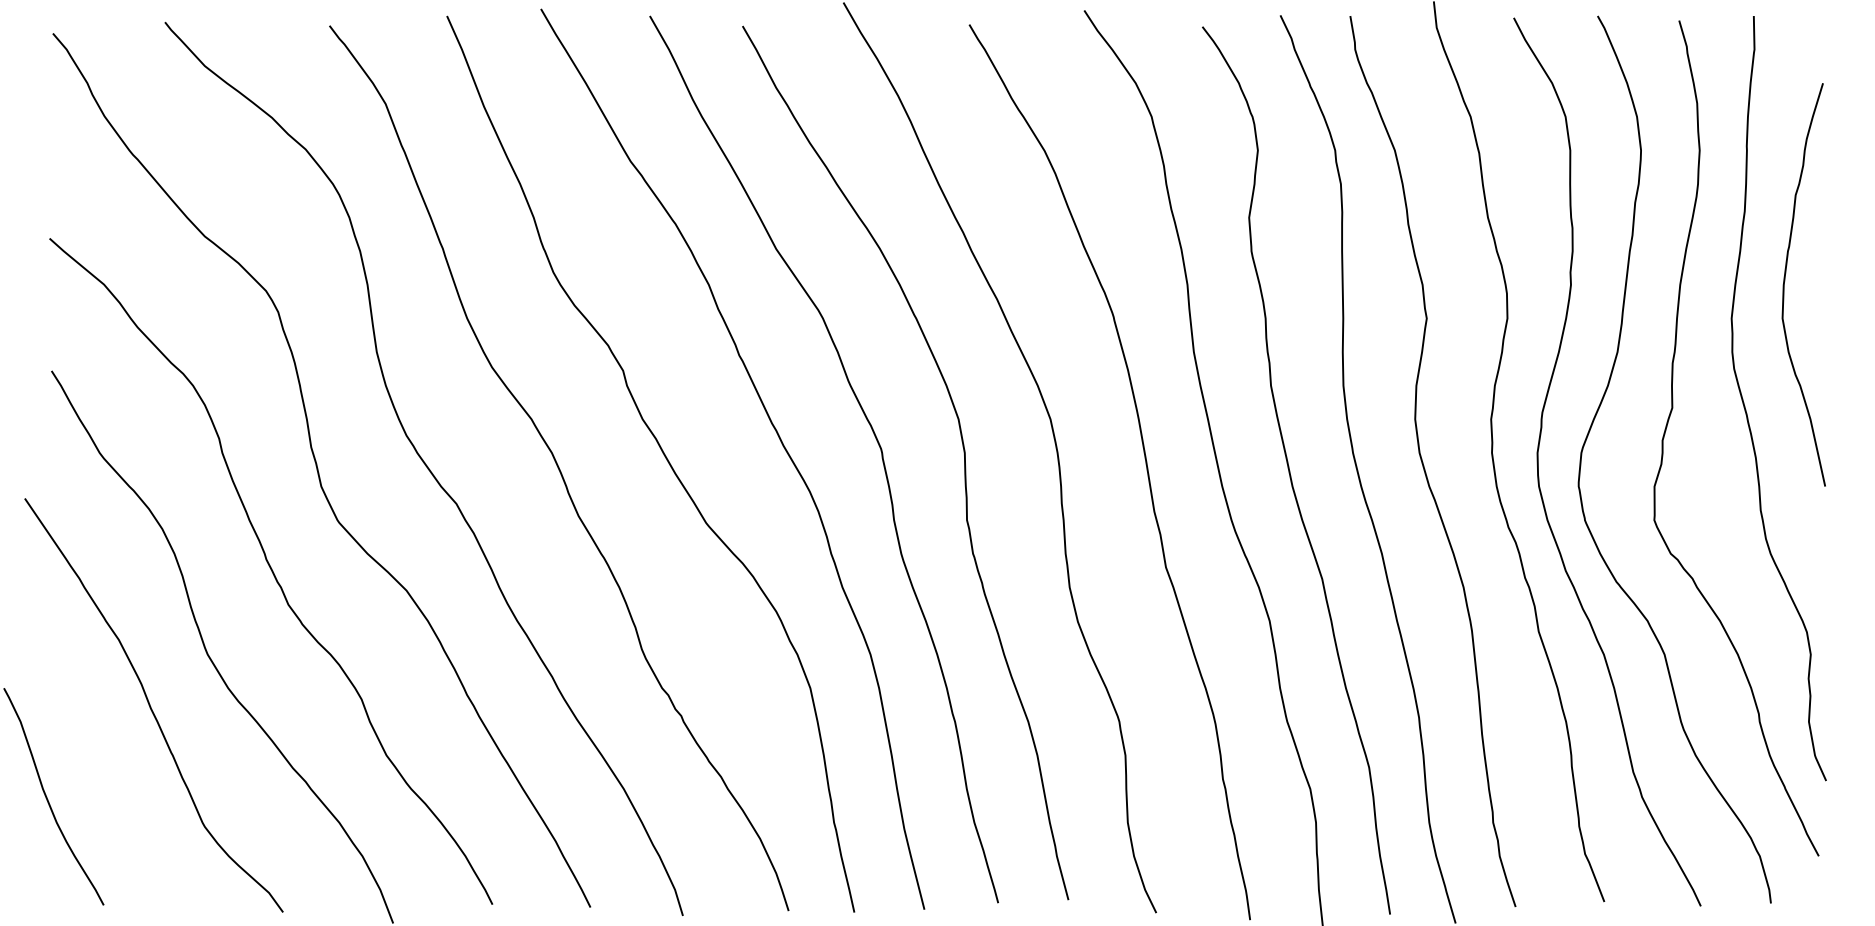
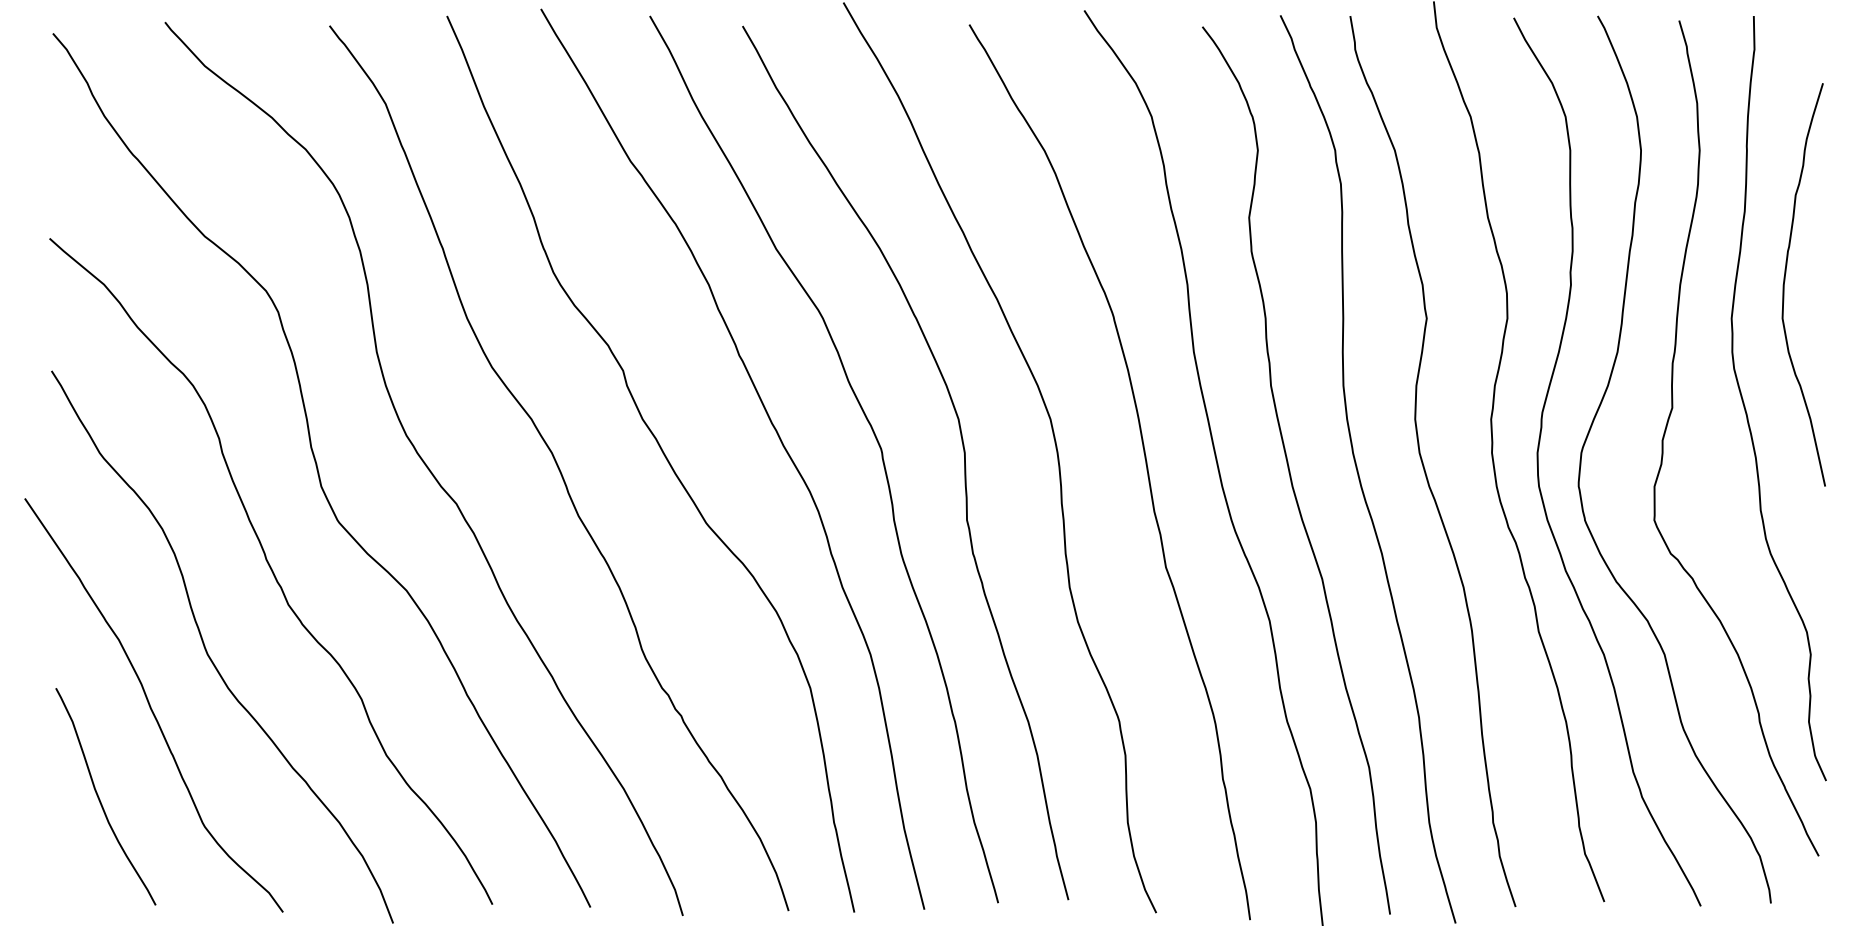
curve at (48, 799) position: (48, 799) -> (100, 799)
